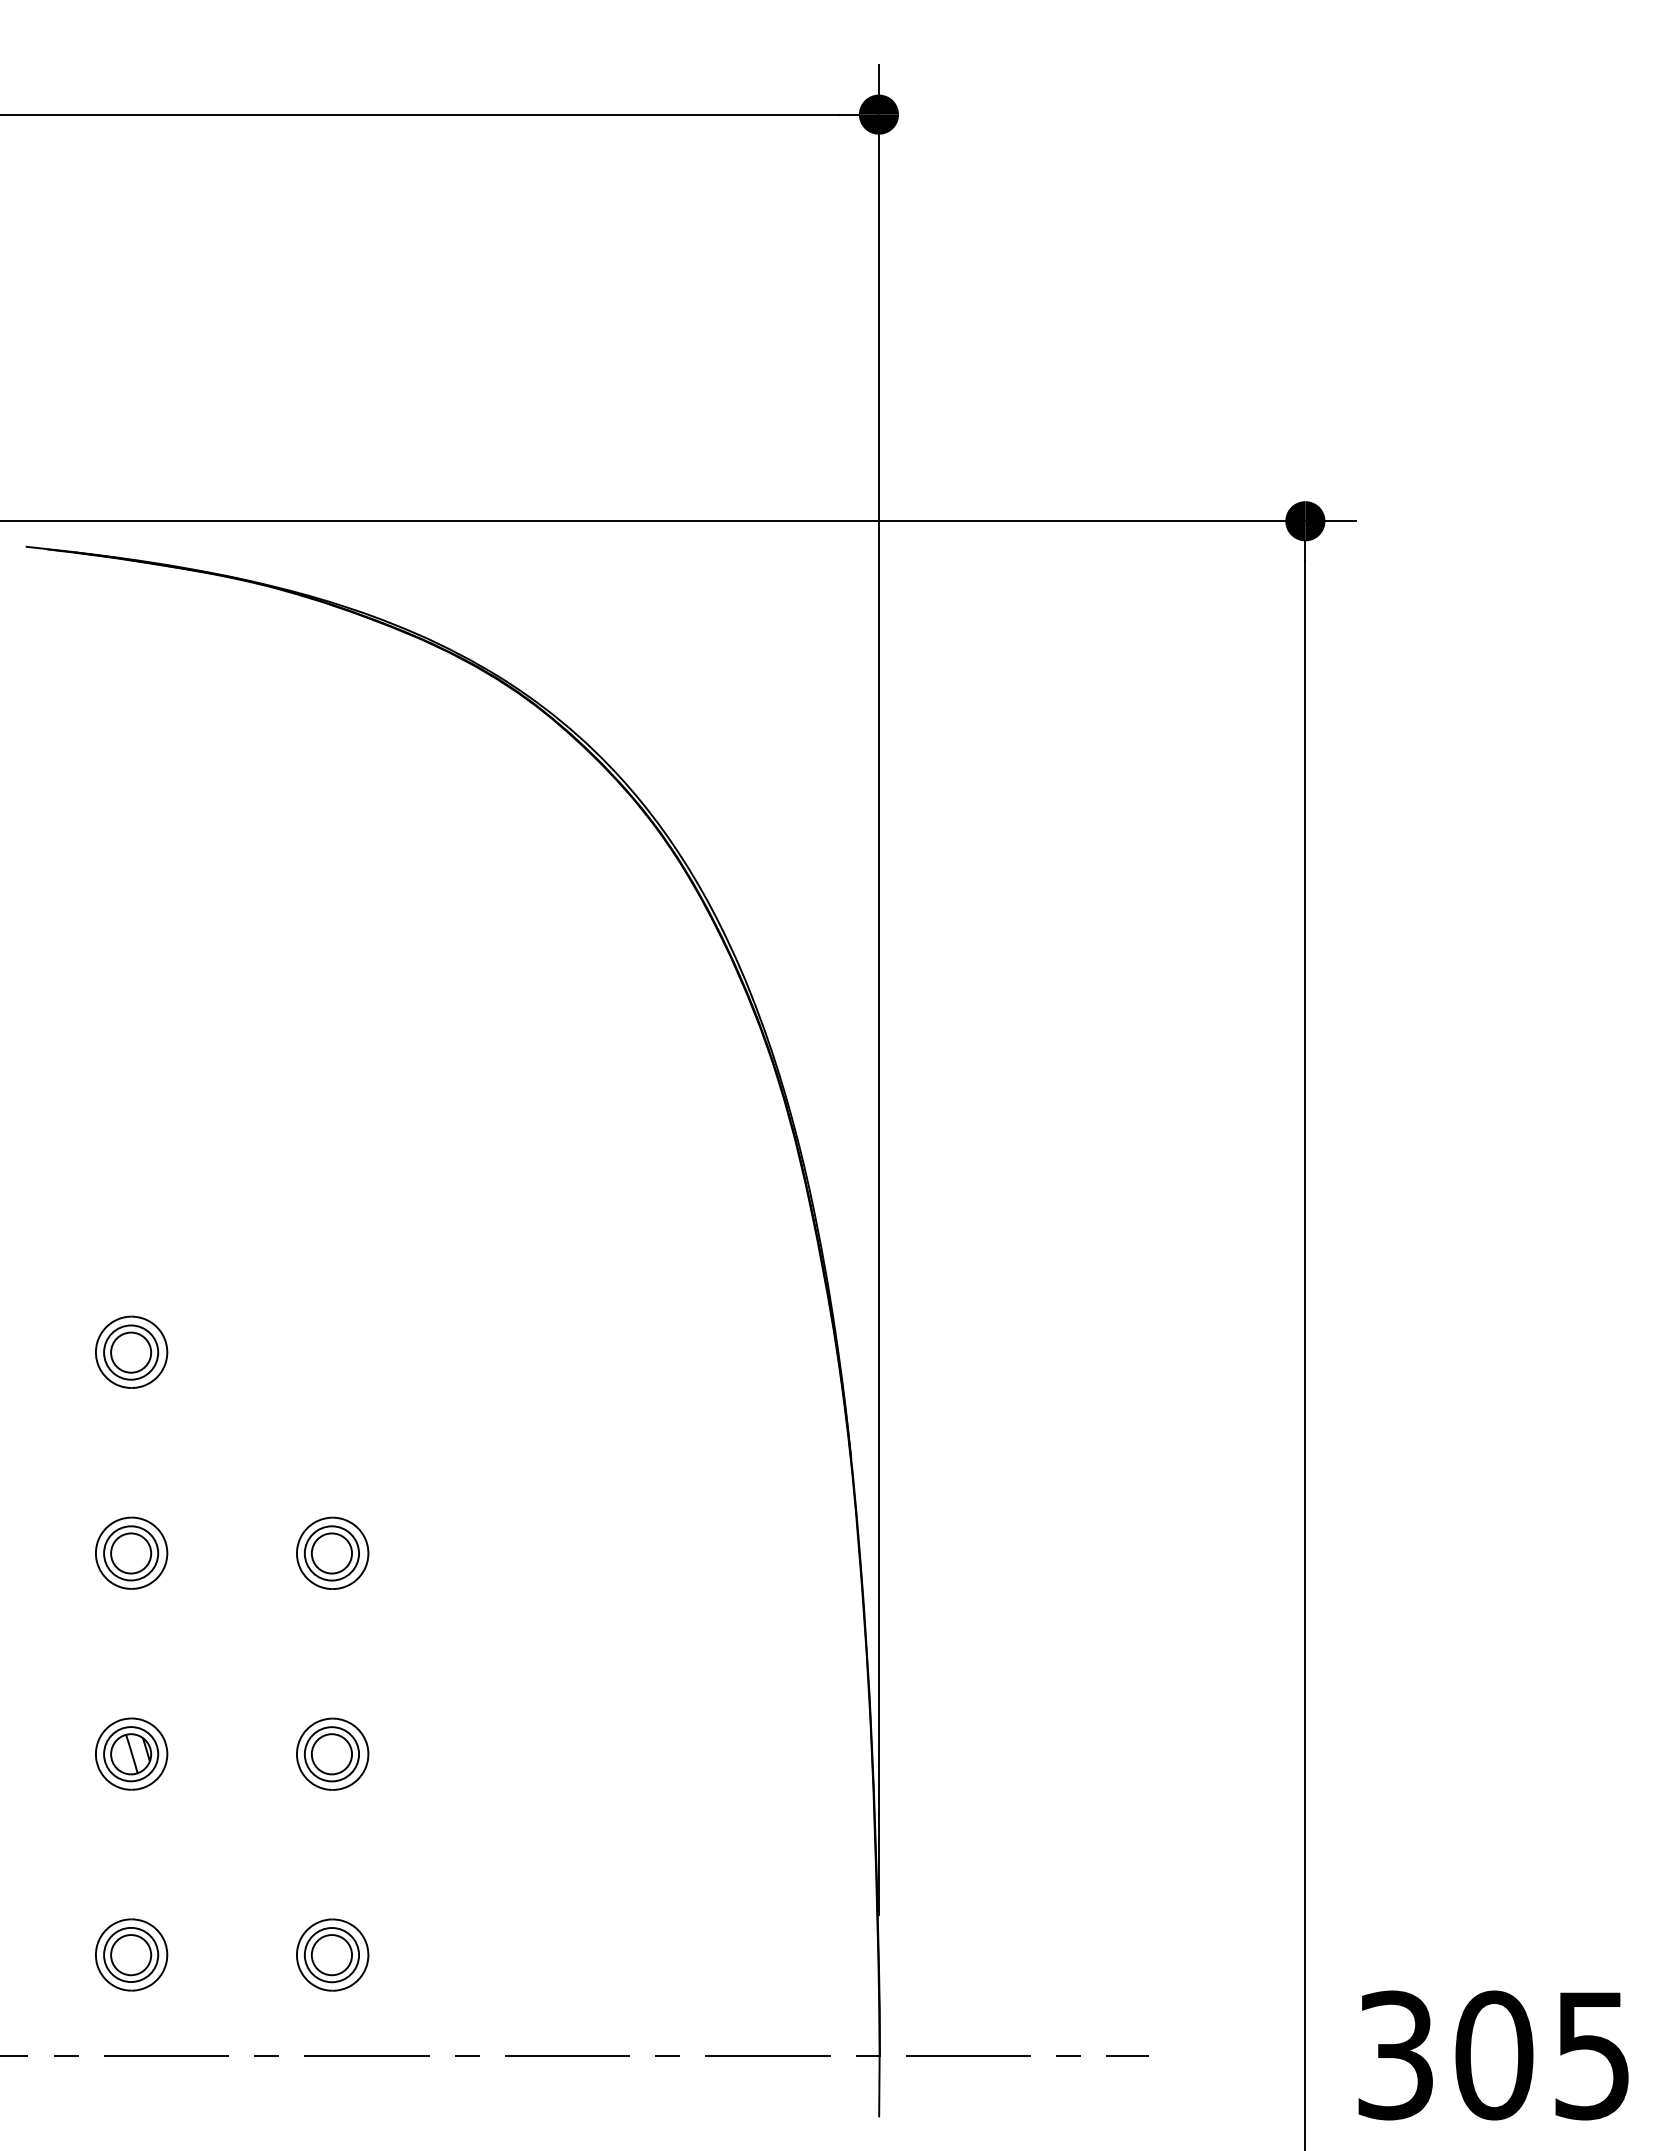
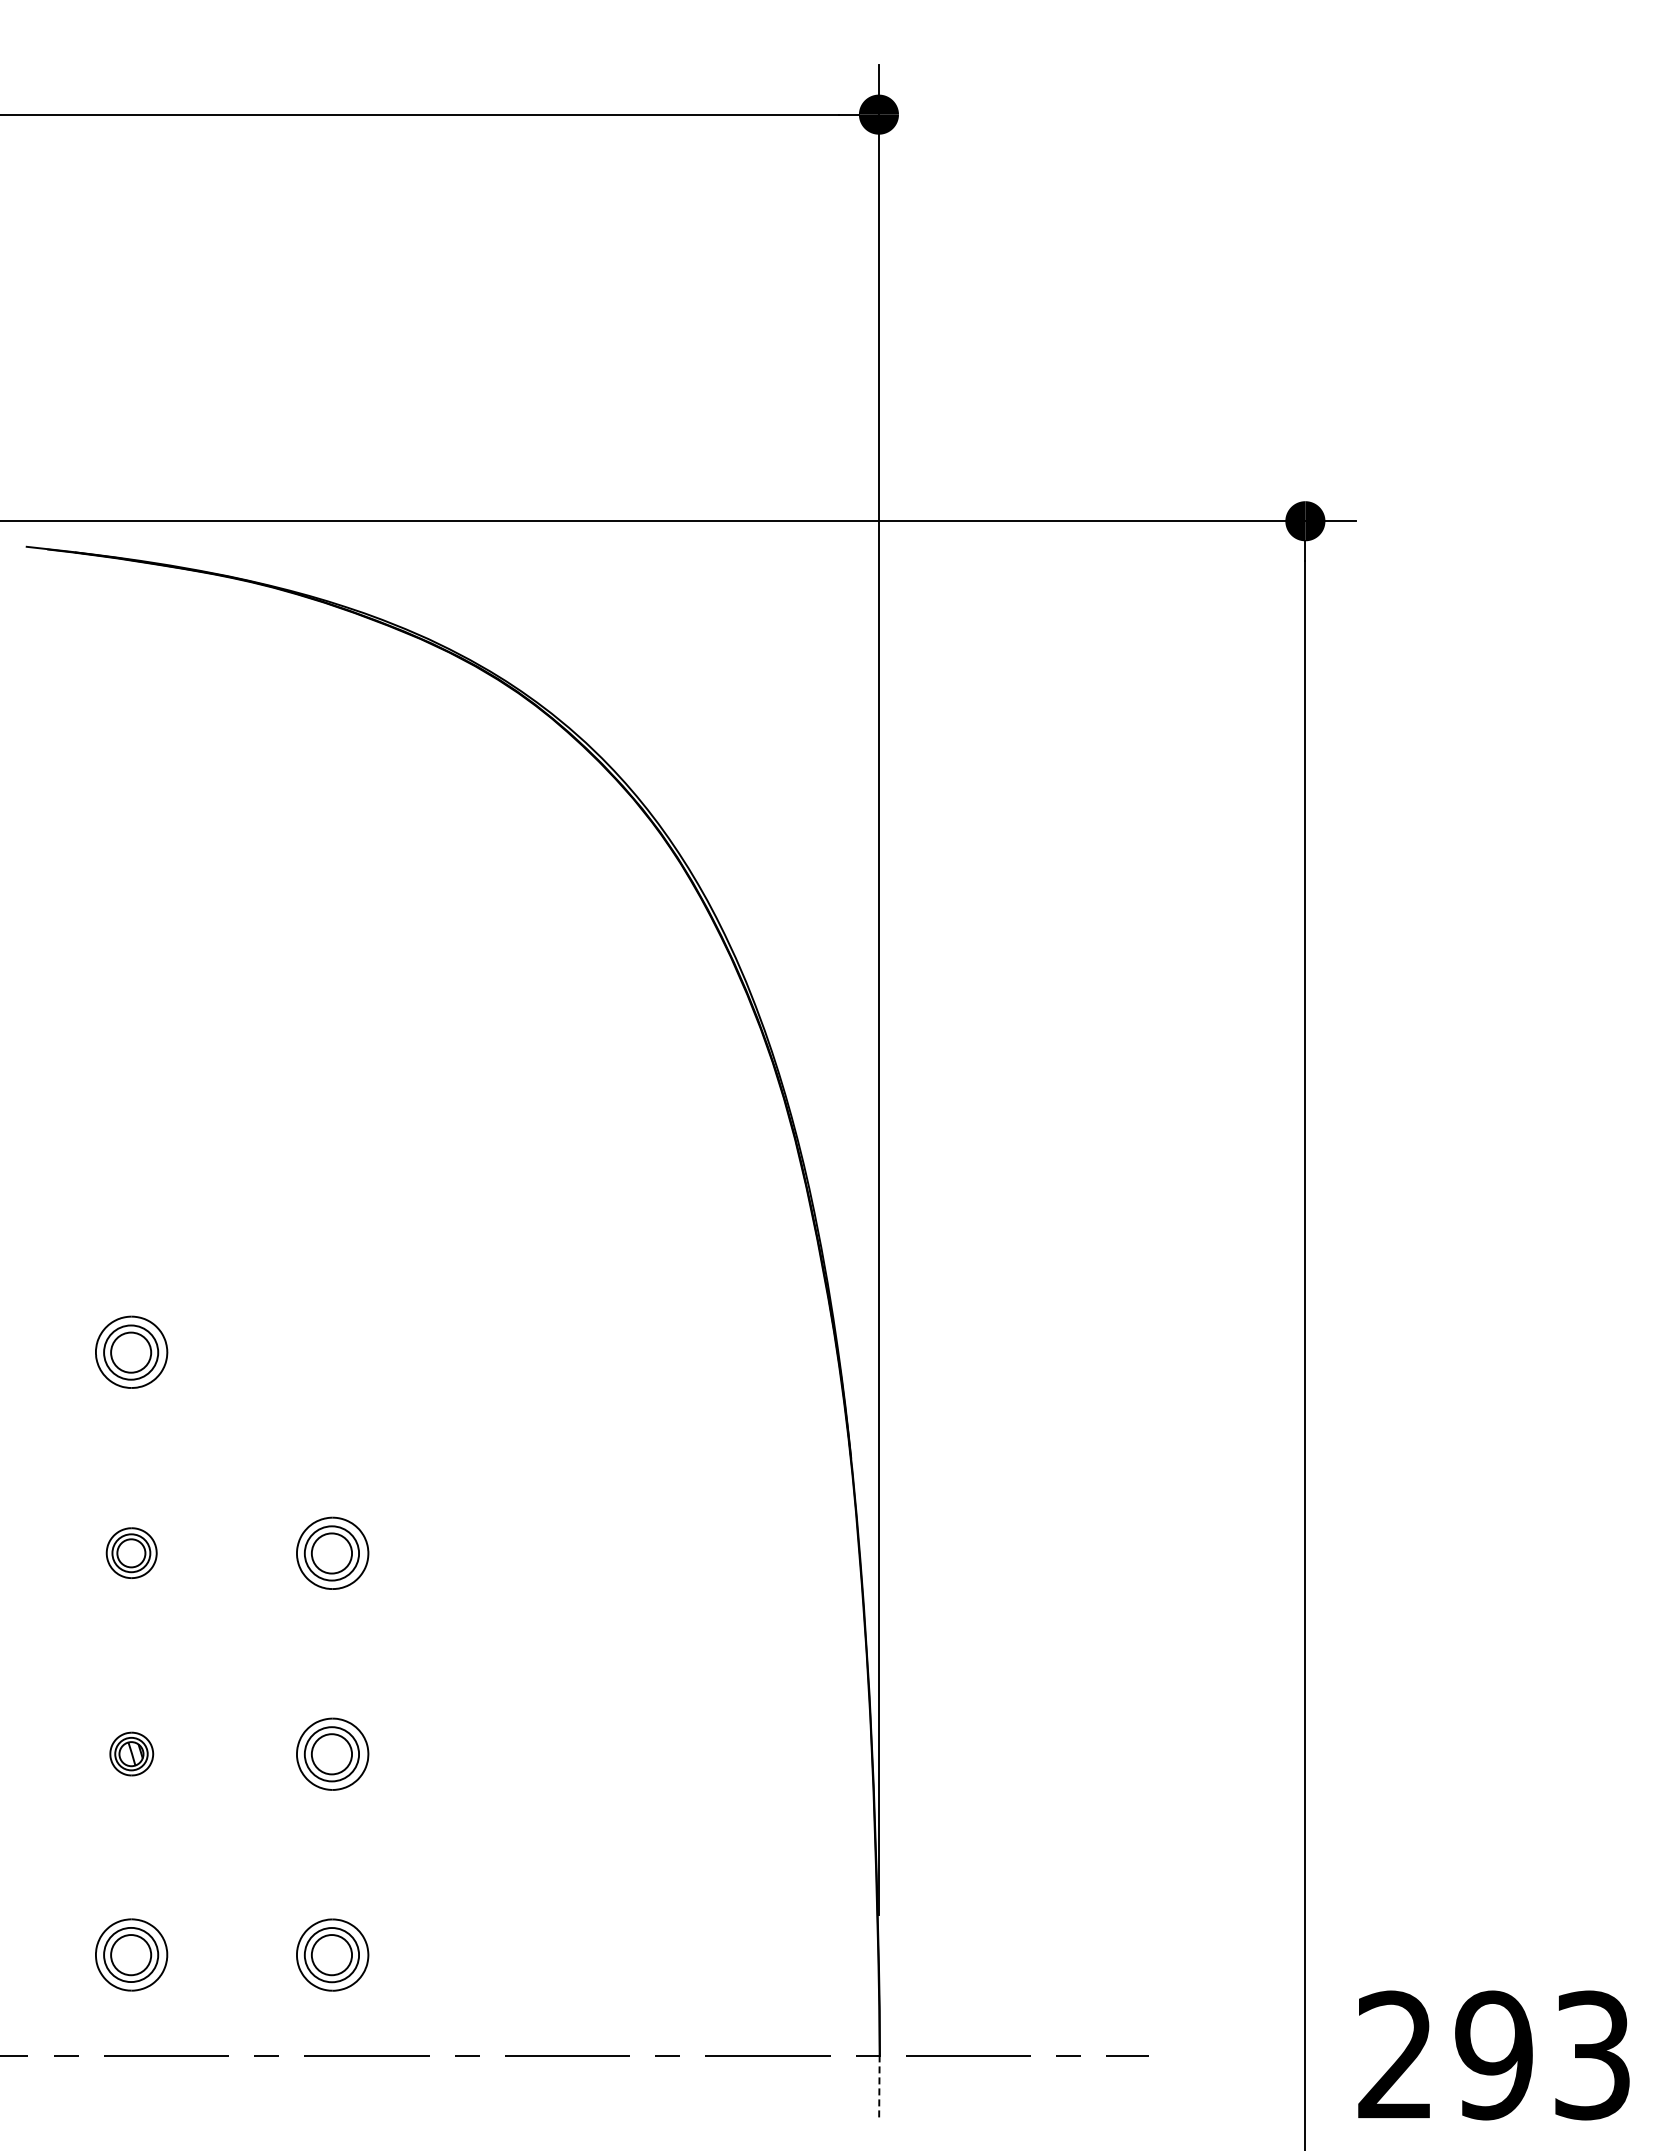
part at (131, 1552) size: 74x74 px -> 53x52 px
part at (131, 1753) size: 74x74 px -> 46x46 px
text at (1493, 2055): 305 -> 293
line at (879, 2086): solid -> dashed
